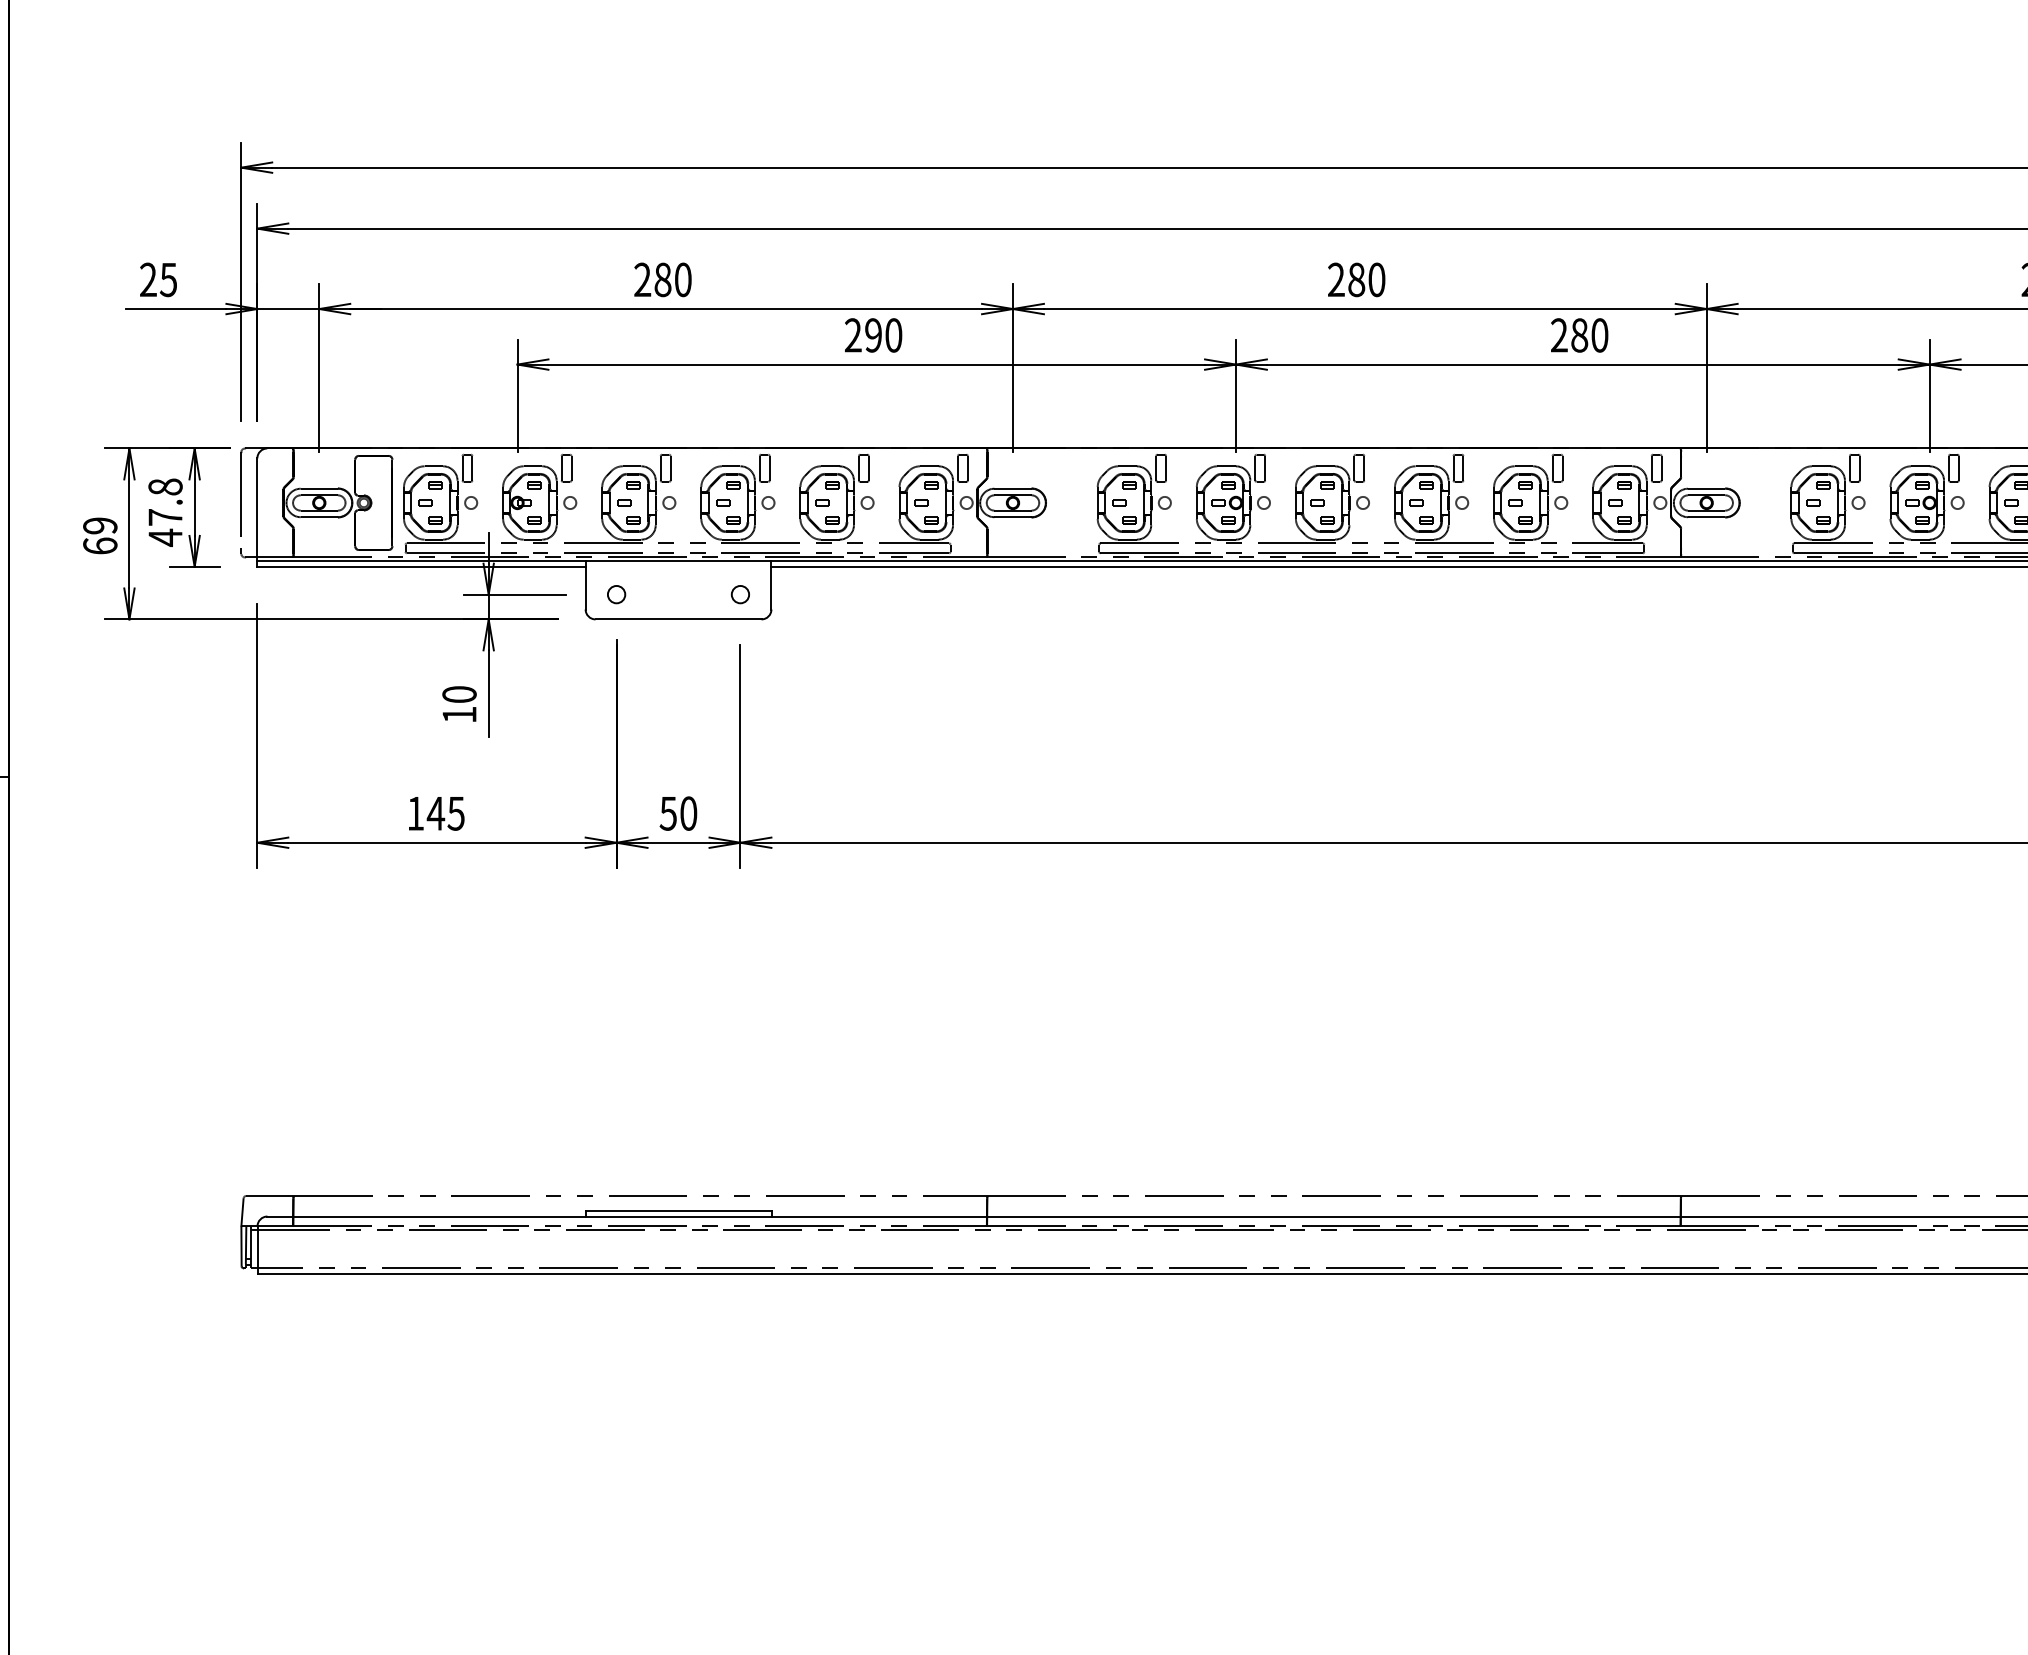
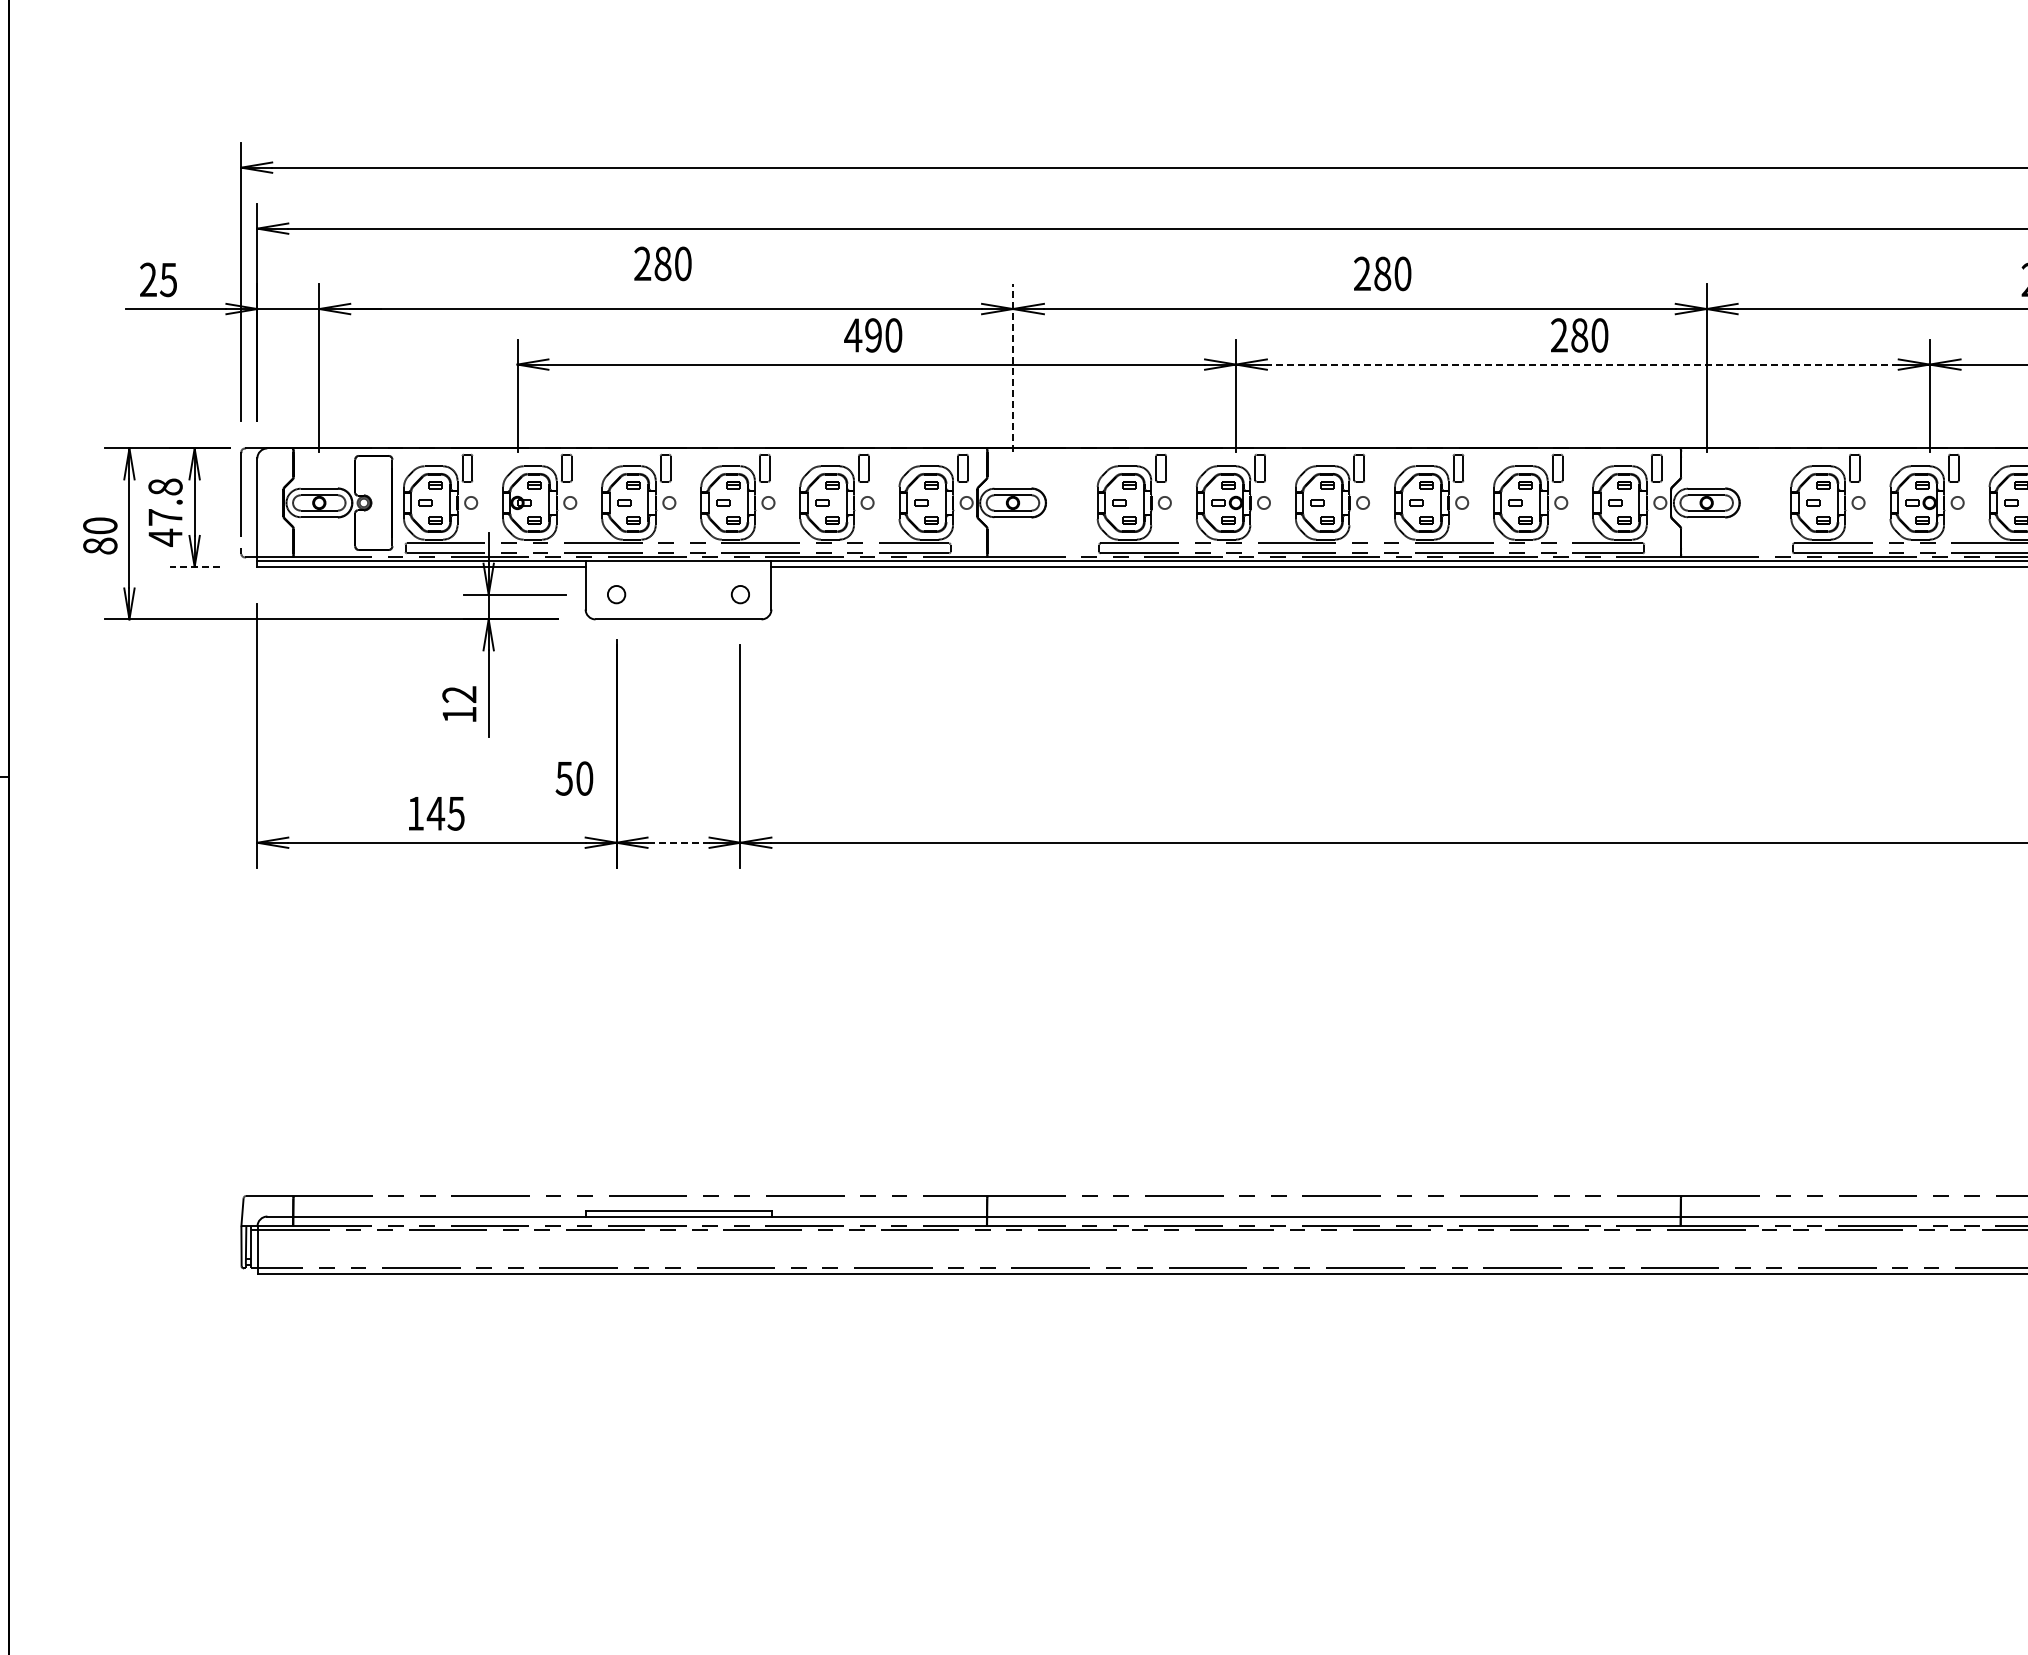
text at (662, 279) position: (662, 279) -> (662, 263)
text at (1356, 279) position: (1356, 279) -> (1382, 273)
text at (853, 335): 290 -> 490
line at (1582, 364): solid -> dashed
line at (1013, 368): solid -> dashed
text at (100, 535): 69 -> 80
line at (194, 566): solid -> dashed
text at (459, 694): 10 -> 12
text at (678, 813) position: (678, 813) -> (574, 778)
line at (678, 842): solid -> dashed
